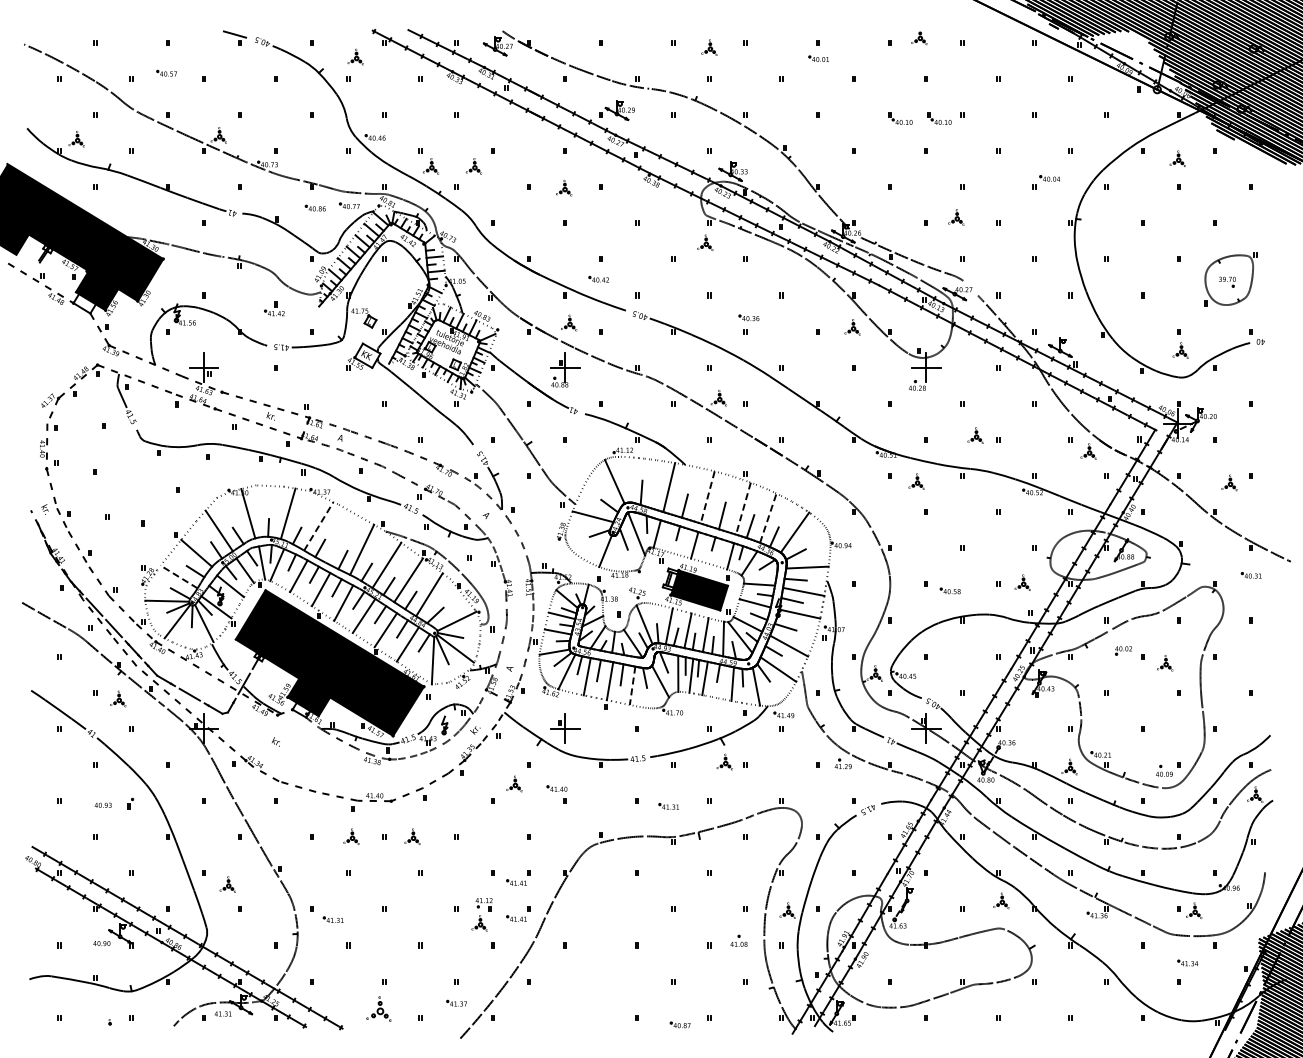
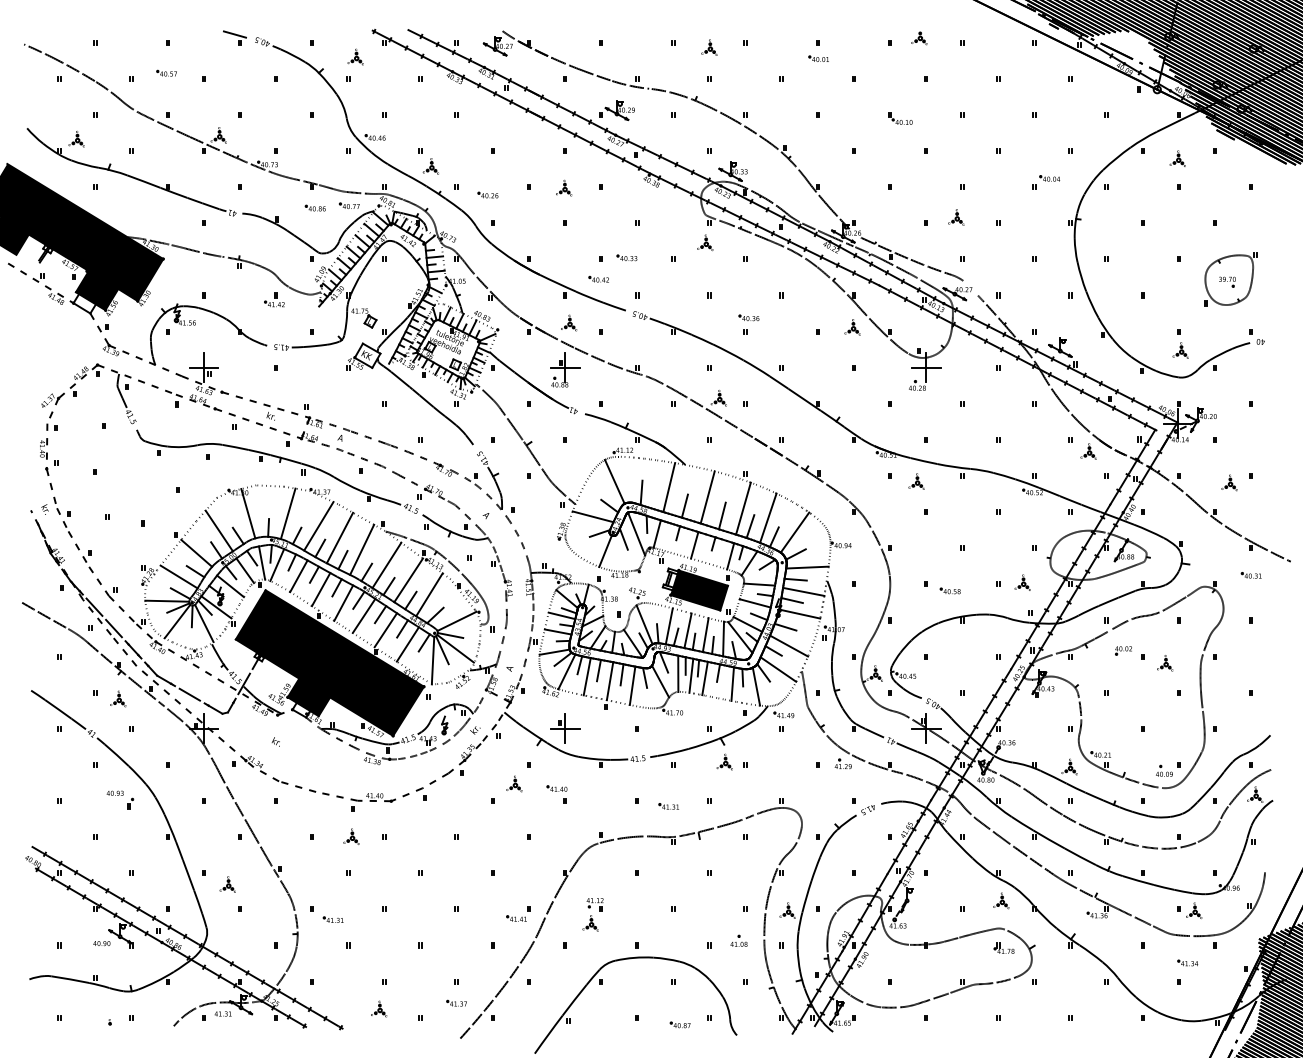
part at (939, 118): present -> none
part at (473, 166): present -> none
part at (487, 194): none -> present
part at (626, 257): none -> present
part at (274, 308) position: (274, 308) -> (274, 299)
part at (975, 435): present -> none
line at (707, 497): dashed -> solid
line at (743, 509): dashed -> solid
line at (768, 518): dashed -> solid
line at (319, 525): dashed -> solid
line at (339, 537): none -> present
line at (179, 576): dashed -> solid
line at (632, 686): dashed -> solid
text at (102, 804) position: (102, 804) -> (114, 792)
part at (412, 836): present -> none
part at (518, 877): present -> none
part at (481, 914) position: (481, 914) -> (592, 914)
part at (1003, 947): none -> present
part at (602, 984): none -> present
part at (378, 1008) size: 26x26 px -> 17x18 px
